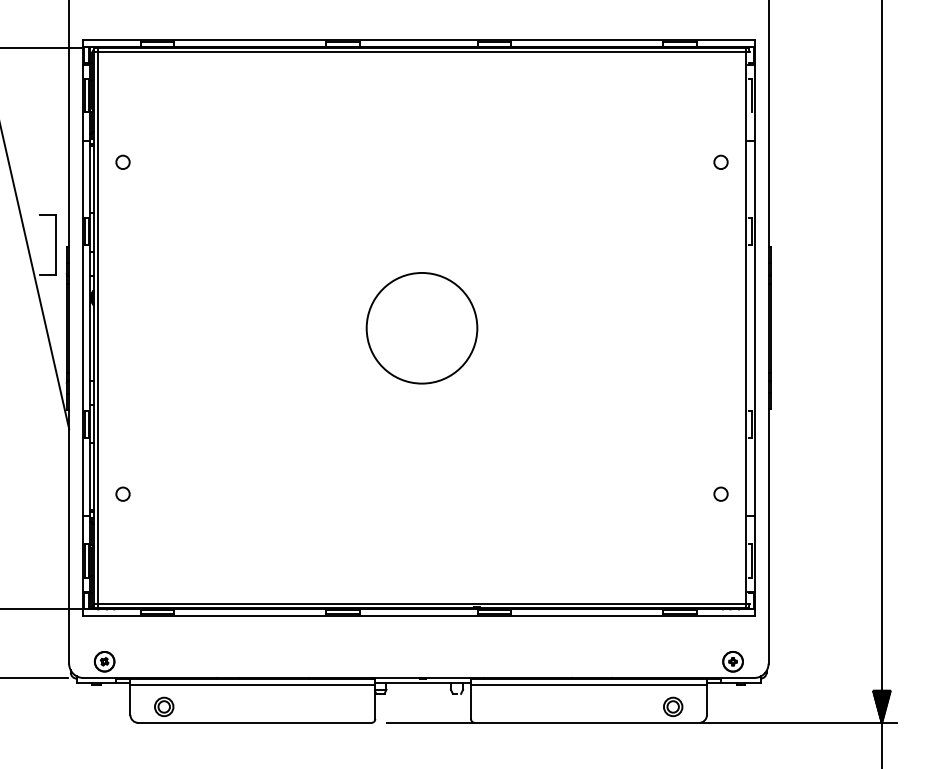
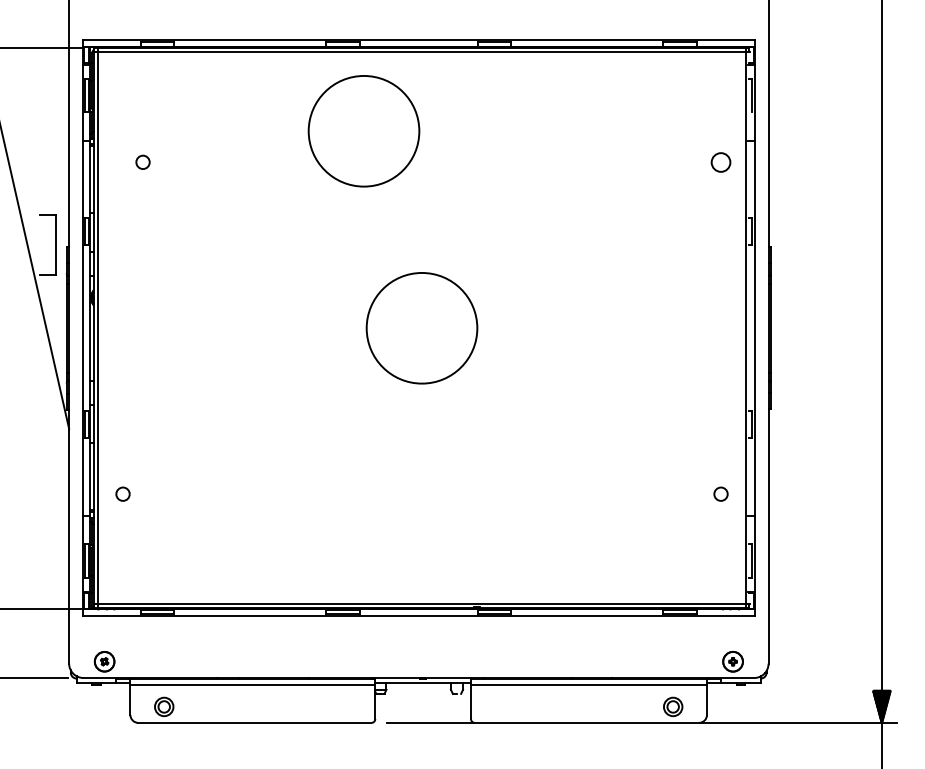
circle at (363, 131): none -> present
circle at (122, 161) position: (122, 161) -> (142, 161)
circle at (720, 161) size: 16x16 px -> 22x21 px
